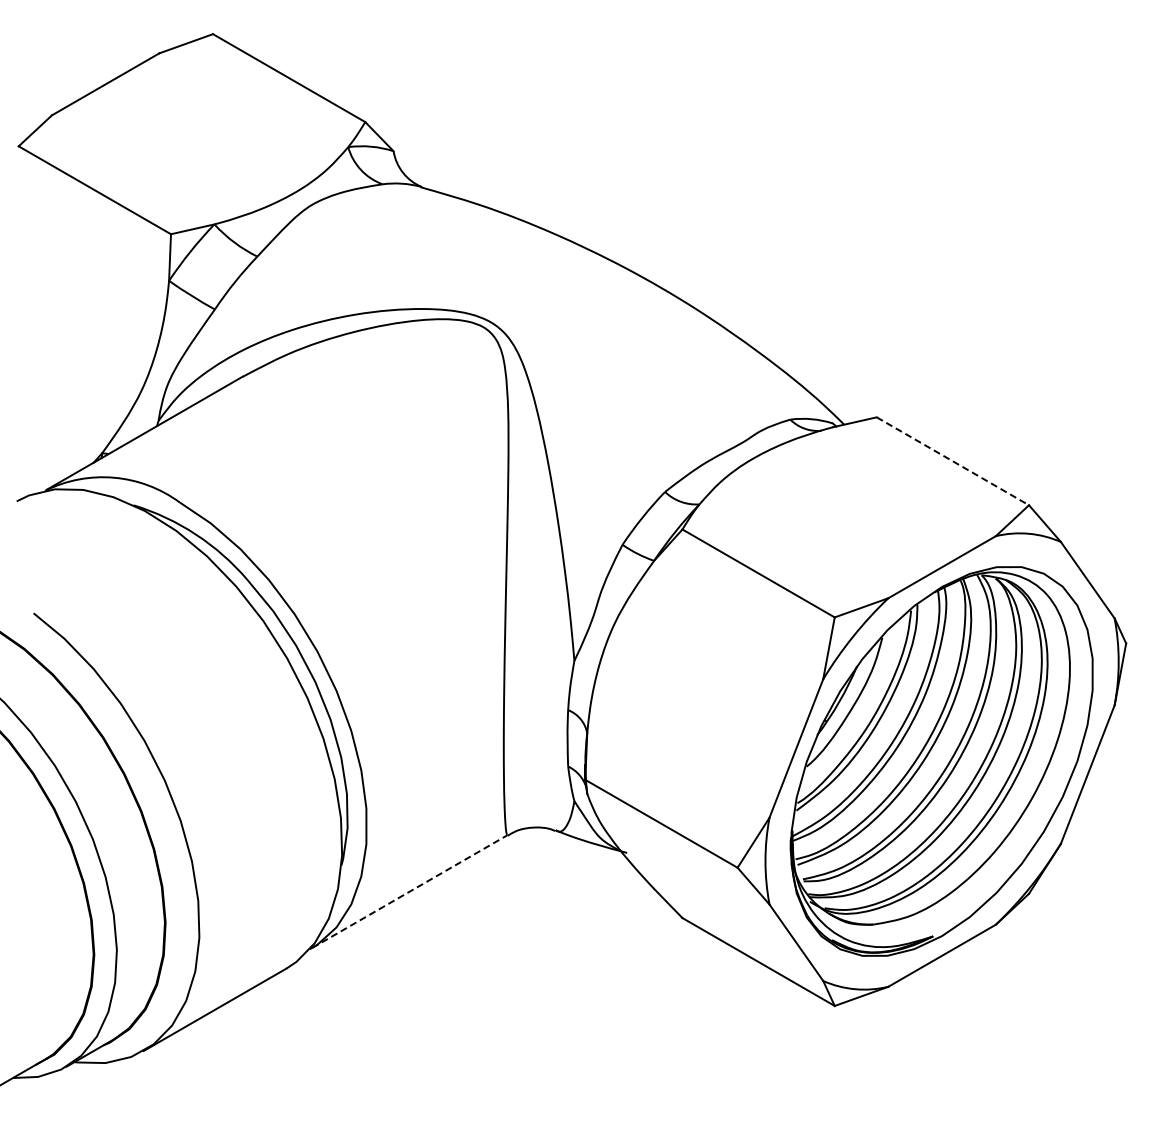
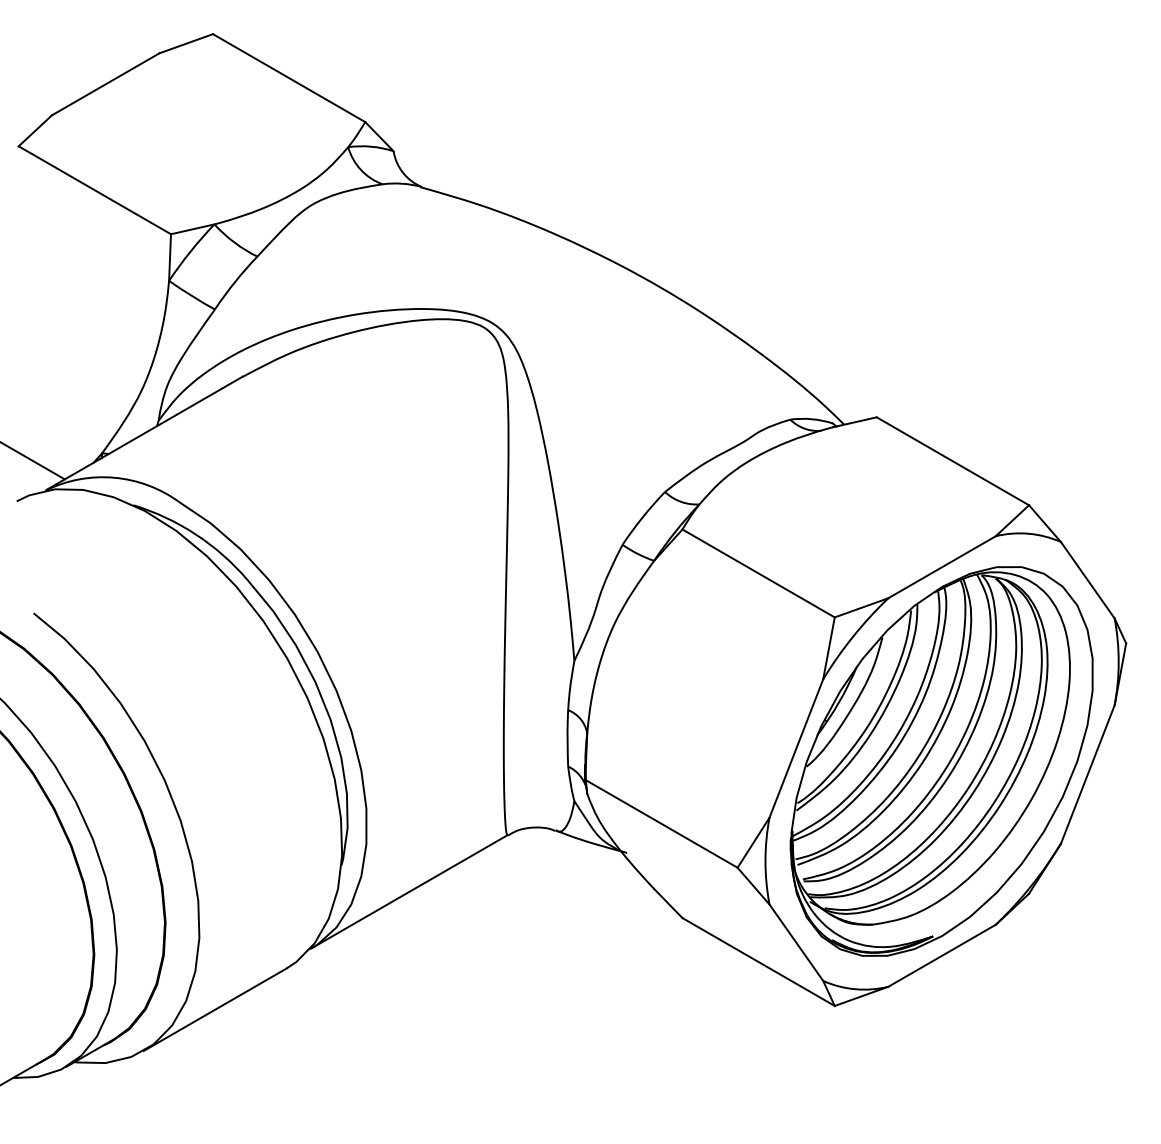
line at (33, 461): none -> present
line at (952, 461): dashed -> solid
line at (409, 891): dashed -> solid
